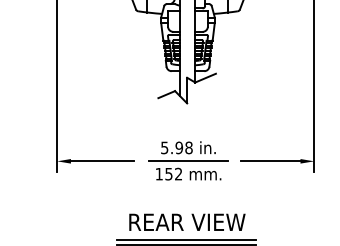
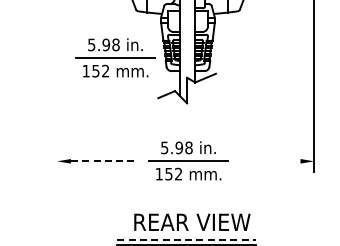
part at (115, 57): none -> present
line at (57, 87): present -> none
line at (102, 161): solid -> dashed
line at (270, 161): present -> none
text at (187, 221) position: (187, 221) -> (192, 221)
line at (187, 240): solid -> dashed
